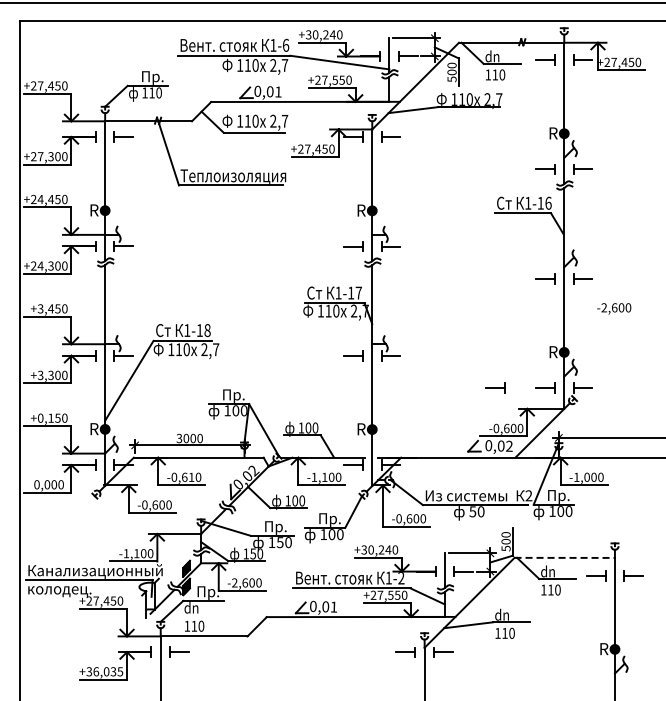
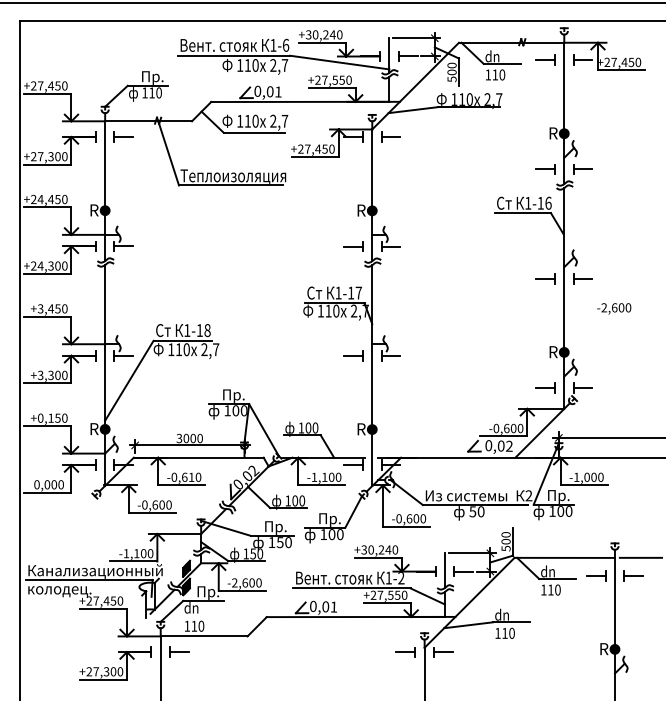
part at (495, 387): present -> none
line at (565, 557): dashed -> solid
line at (640, 557): none -> present
text at (104, 671): +36,035 -> +27,300
